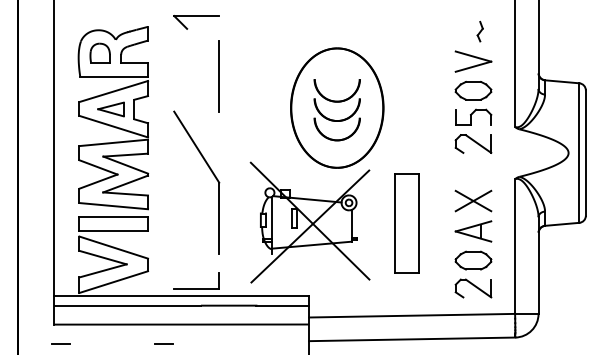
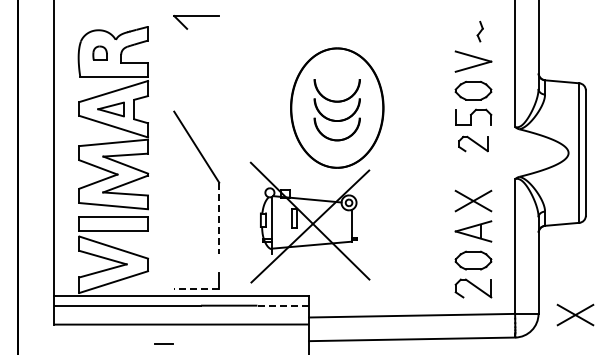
part at (99, 52) size: 22x22 px -> 16x16 px
line at (219, 75): present -> none
part at (473, 143) size: 39x20 px -> 31x18 px
line at (219, 218): solid -> dashed
part at (406, 223): present -> none
line at (196, 289): solid -> dashed
line at (282, 305): solid -> dashed
part at (575, 314): none -> present
line at (60, 343): present -> none
